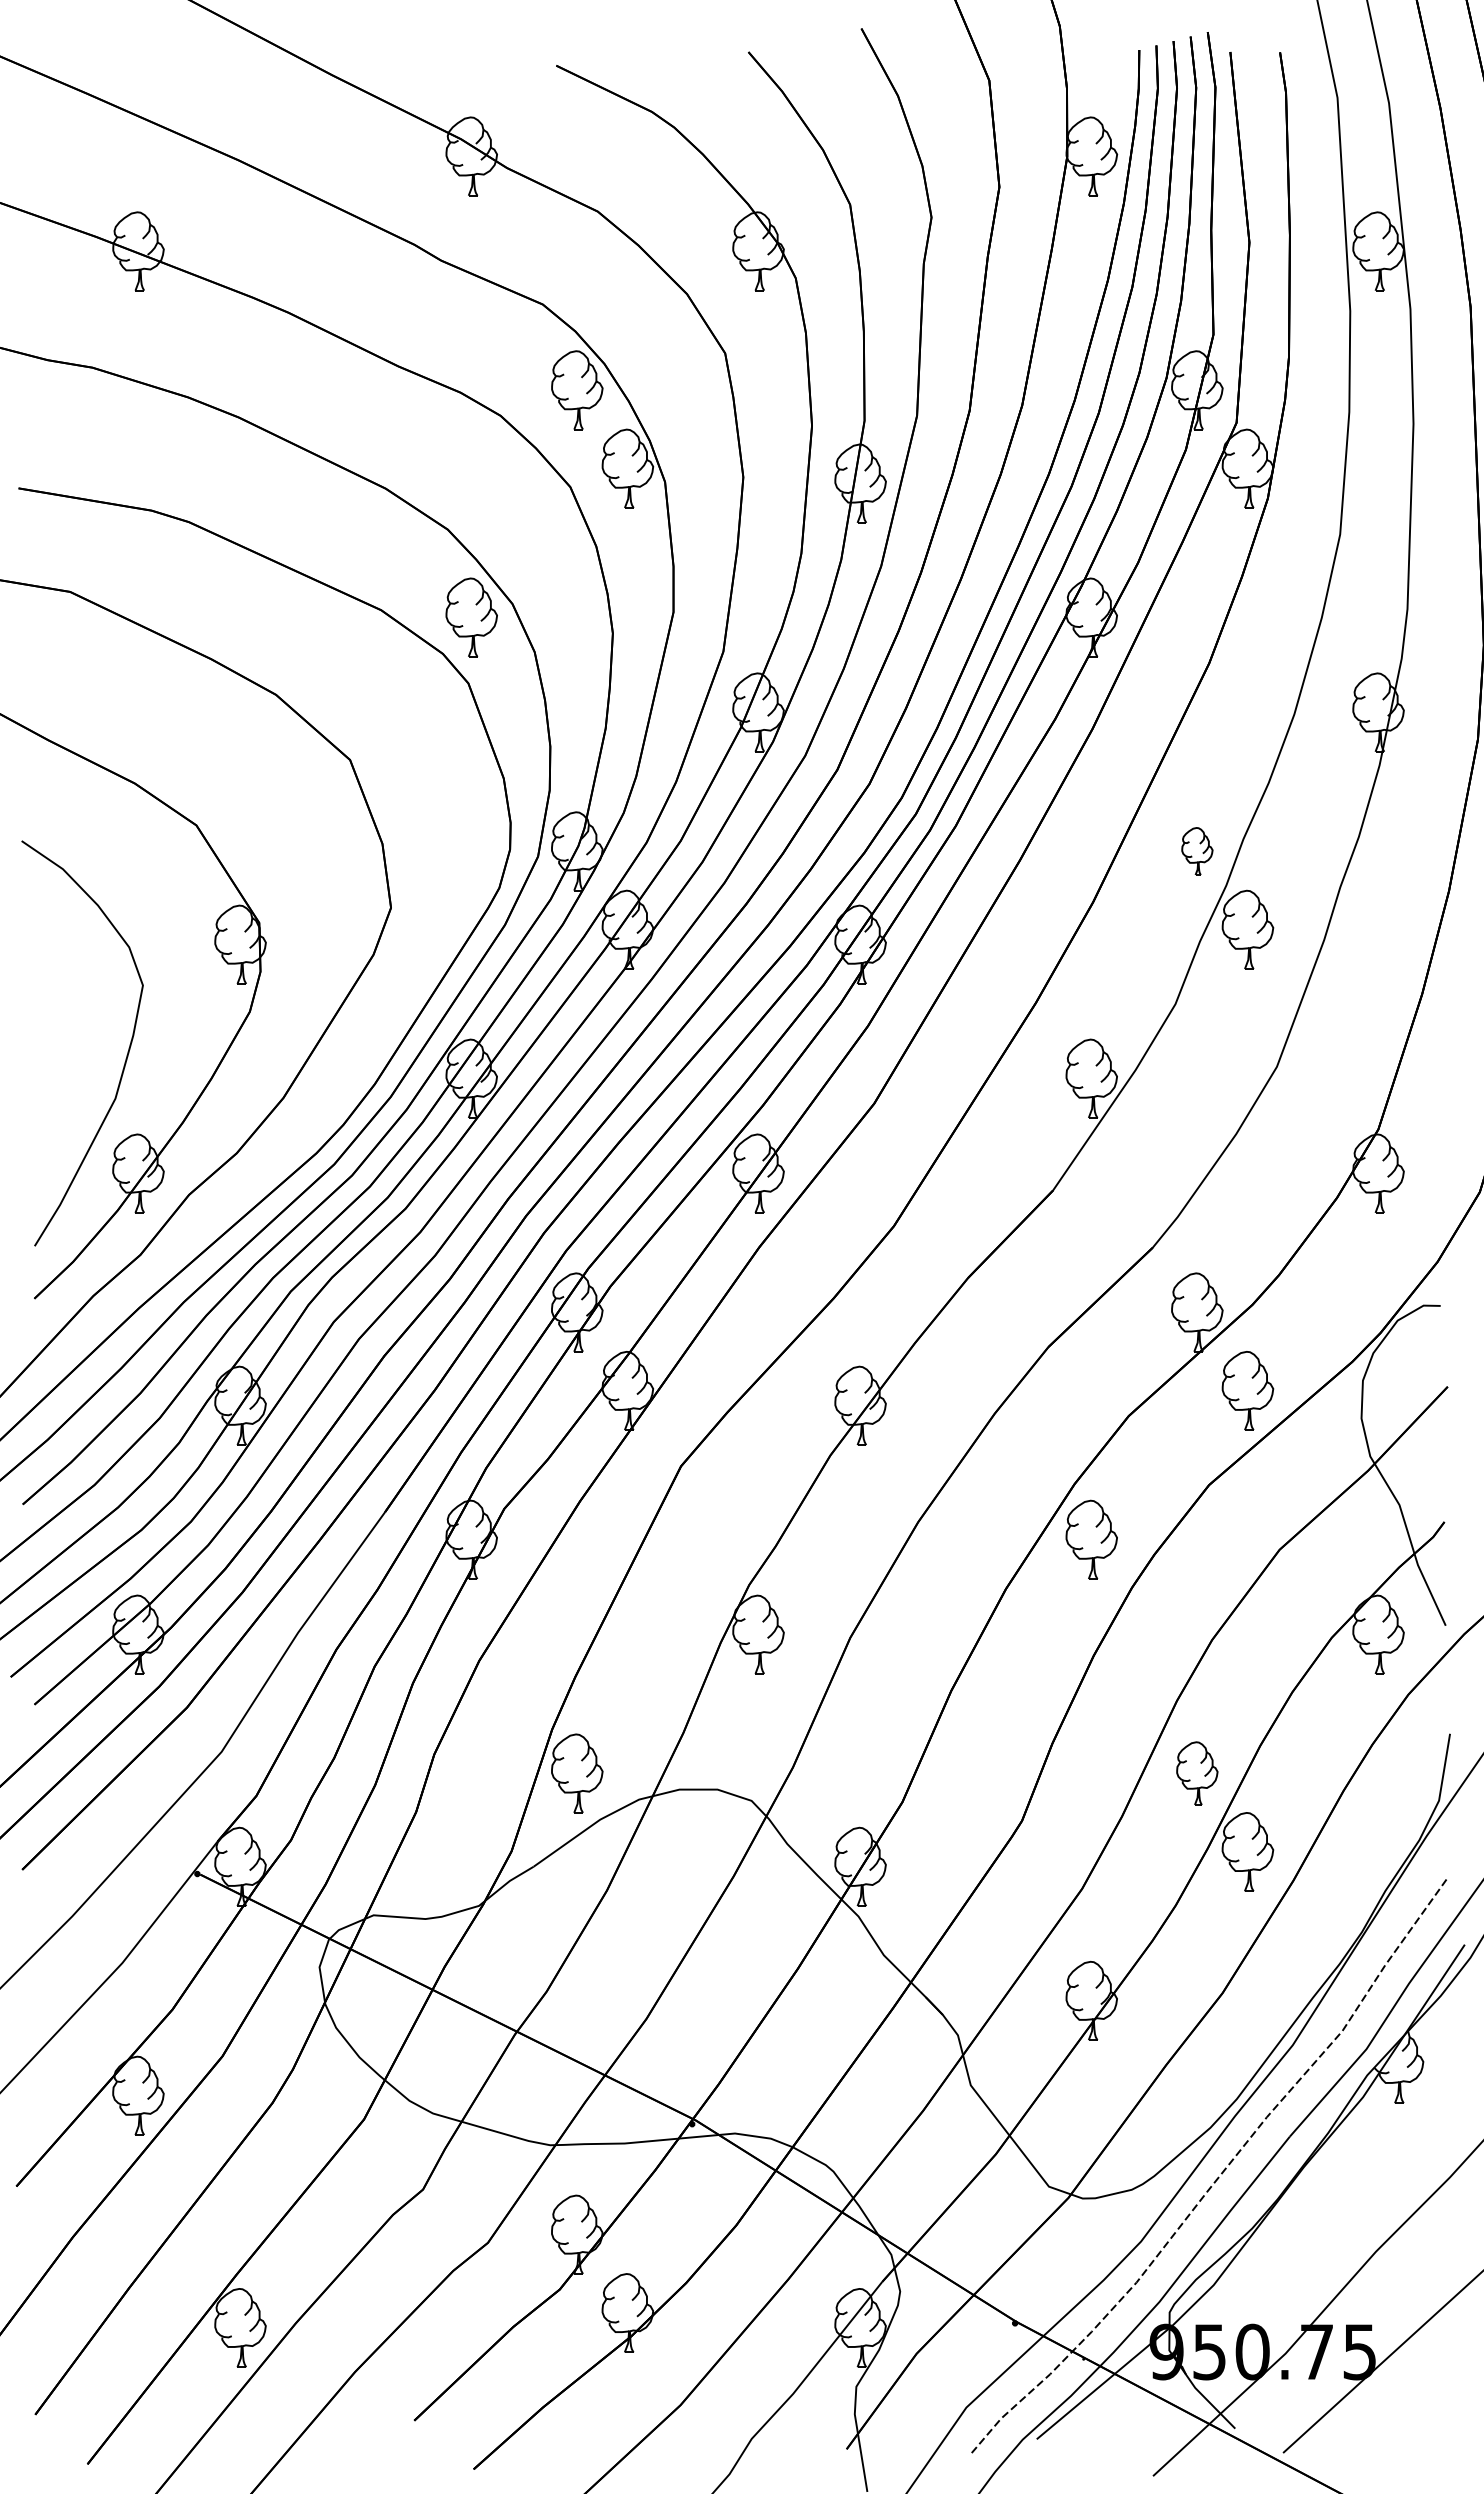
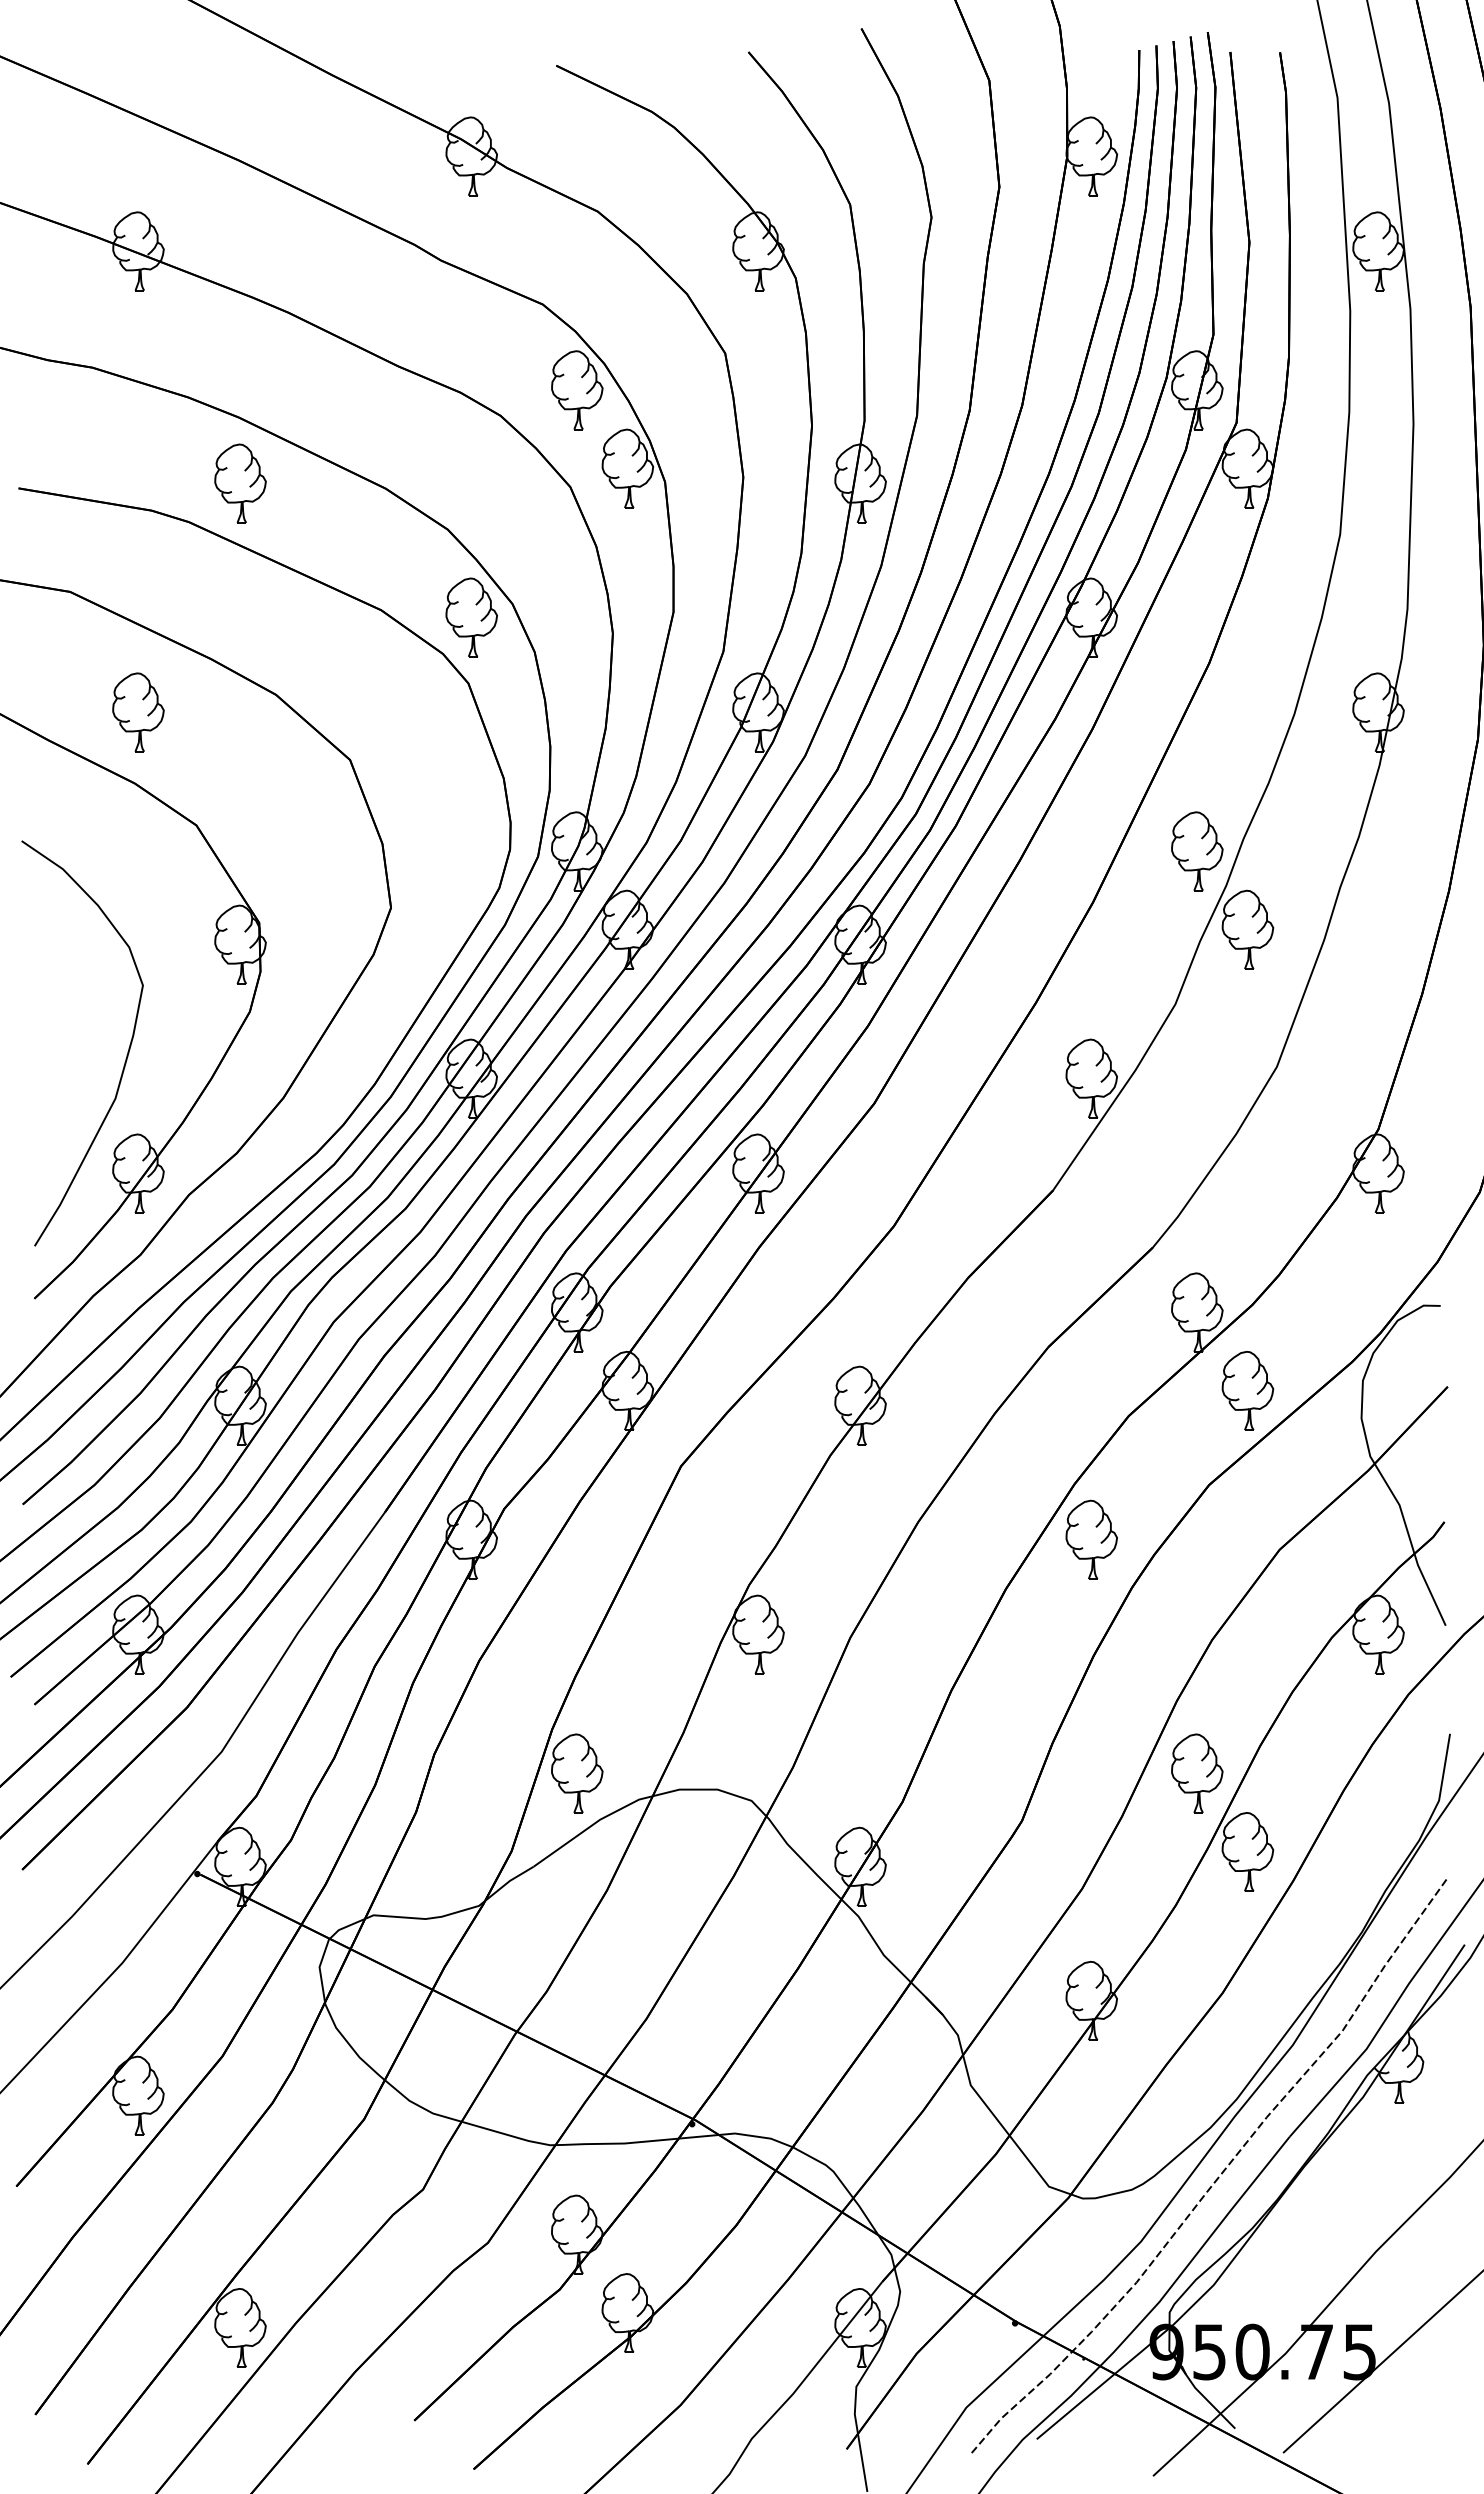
part at (240, 483): none -> present
part at (138, 712): none -> present
part at (1197, 851) size: 33x49 px -> 53x81 px
part at (1197, 1773) size: 43x65 px -> 53x81 px
